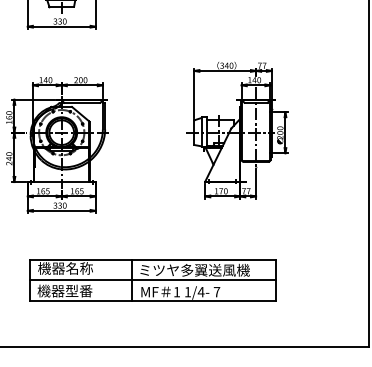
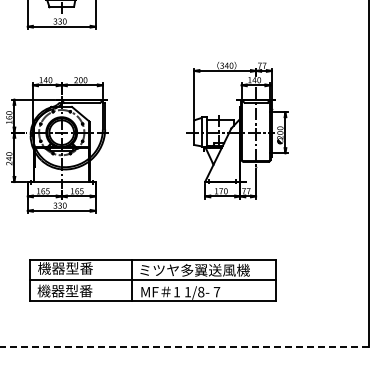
text at (79, 268): 機器名称 -> 機器型番
text at (200, 291): 1/4- -> 1/8-
line at (184, 347): solid -> dashed
